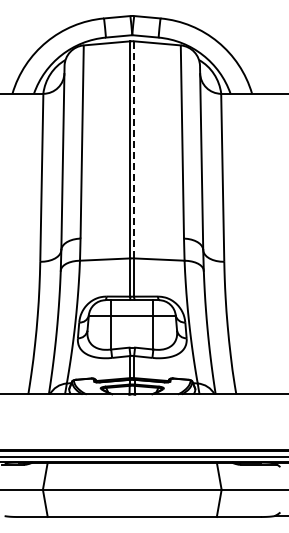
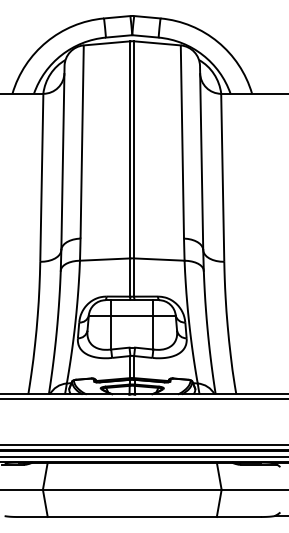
line at (134, 149): dashed -> solid
line at (143, 398): none -> present
line at (143, 445): none -> present
